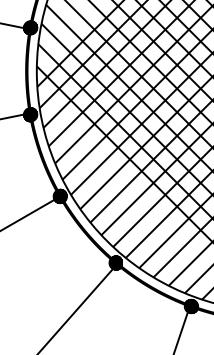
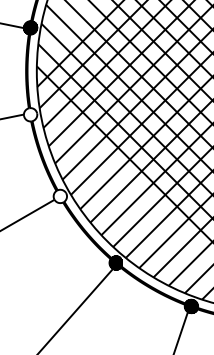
hatch at (30, 114): present -> none
hatch at (60, 196): present -> none
